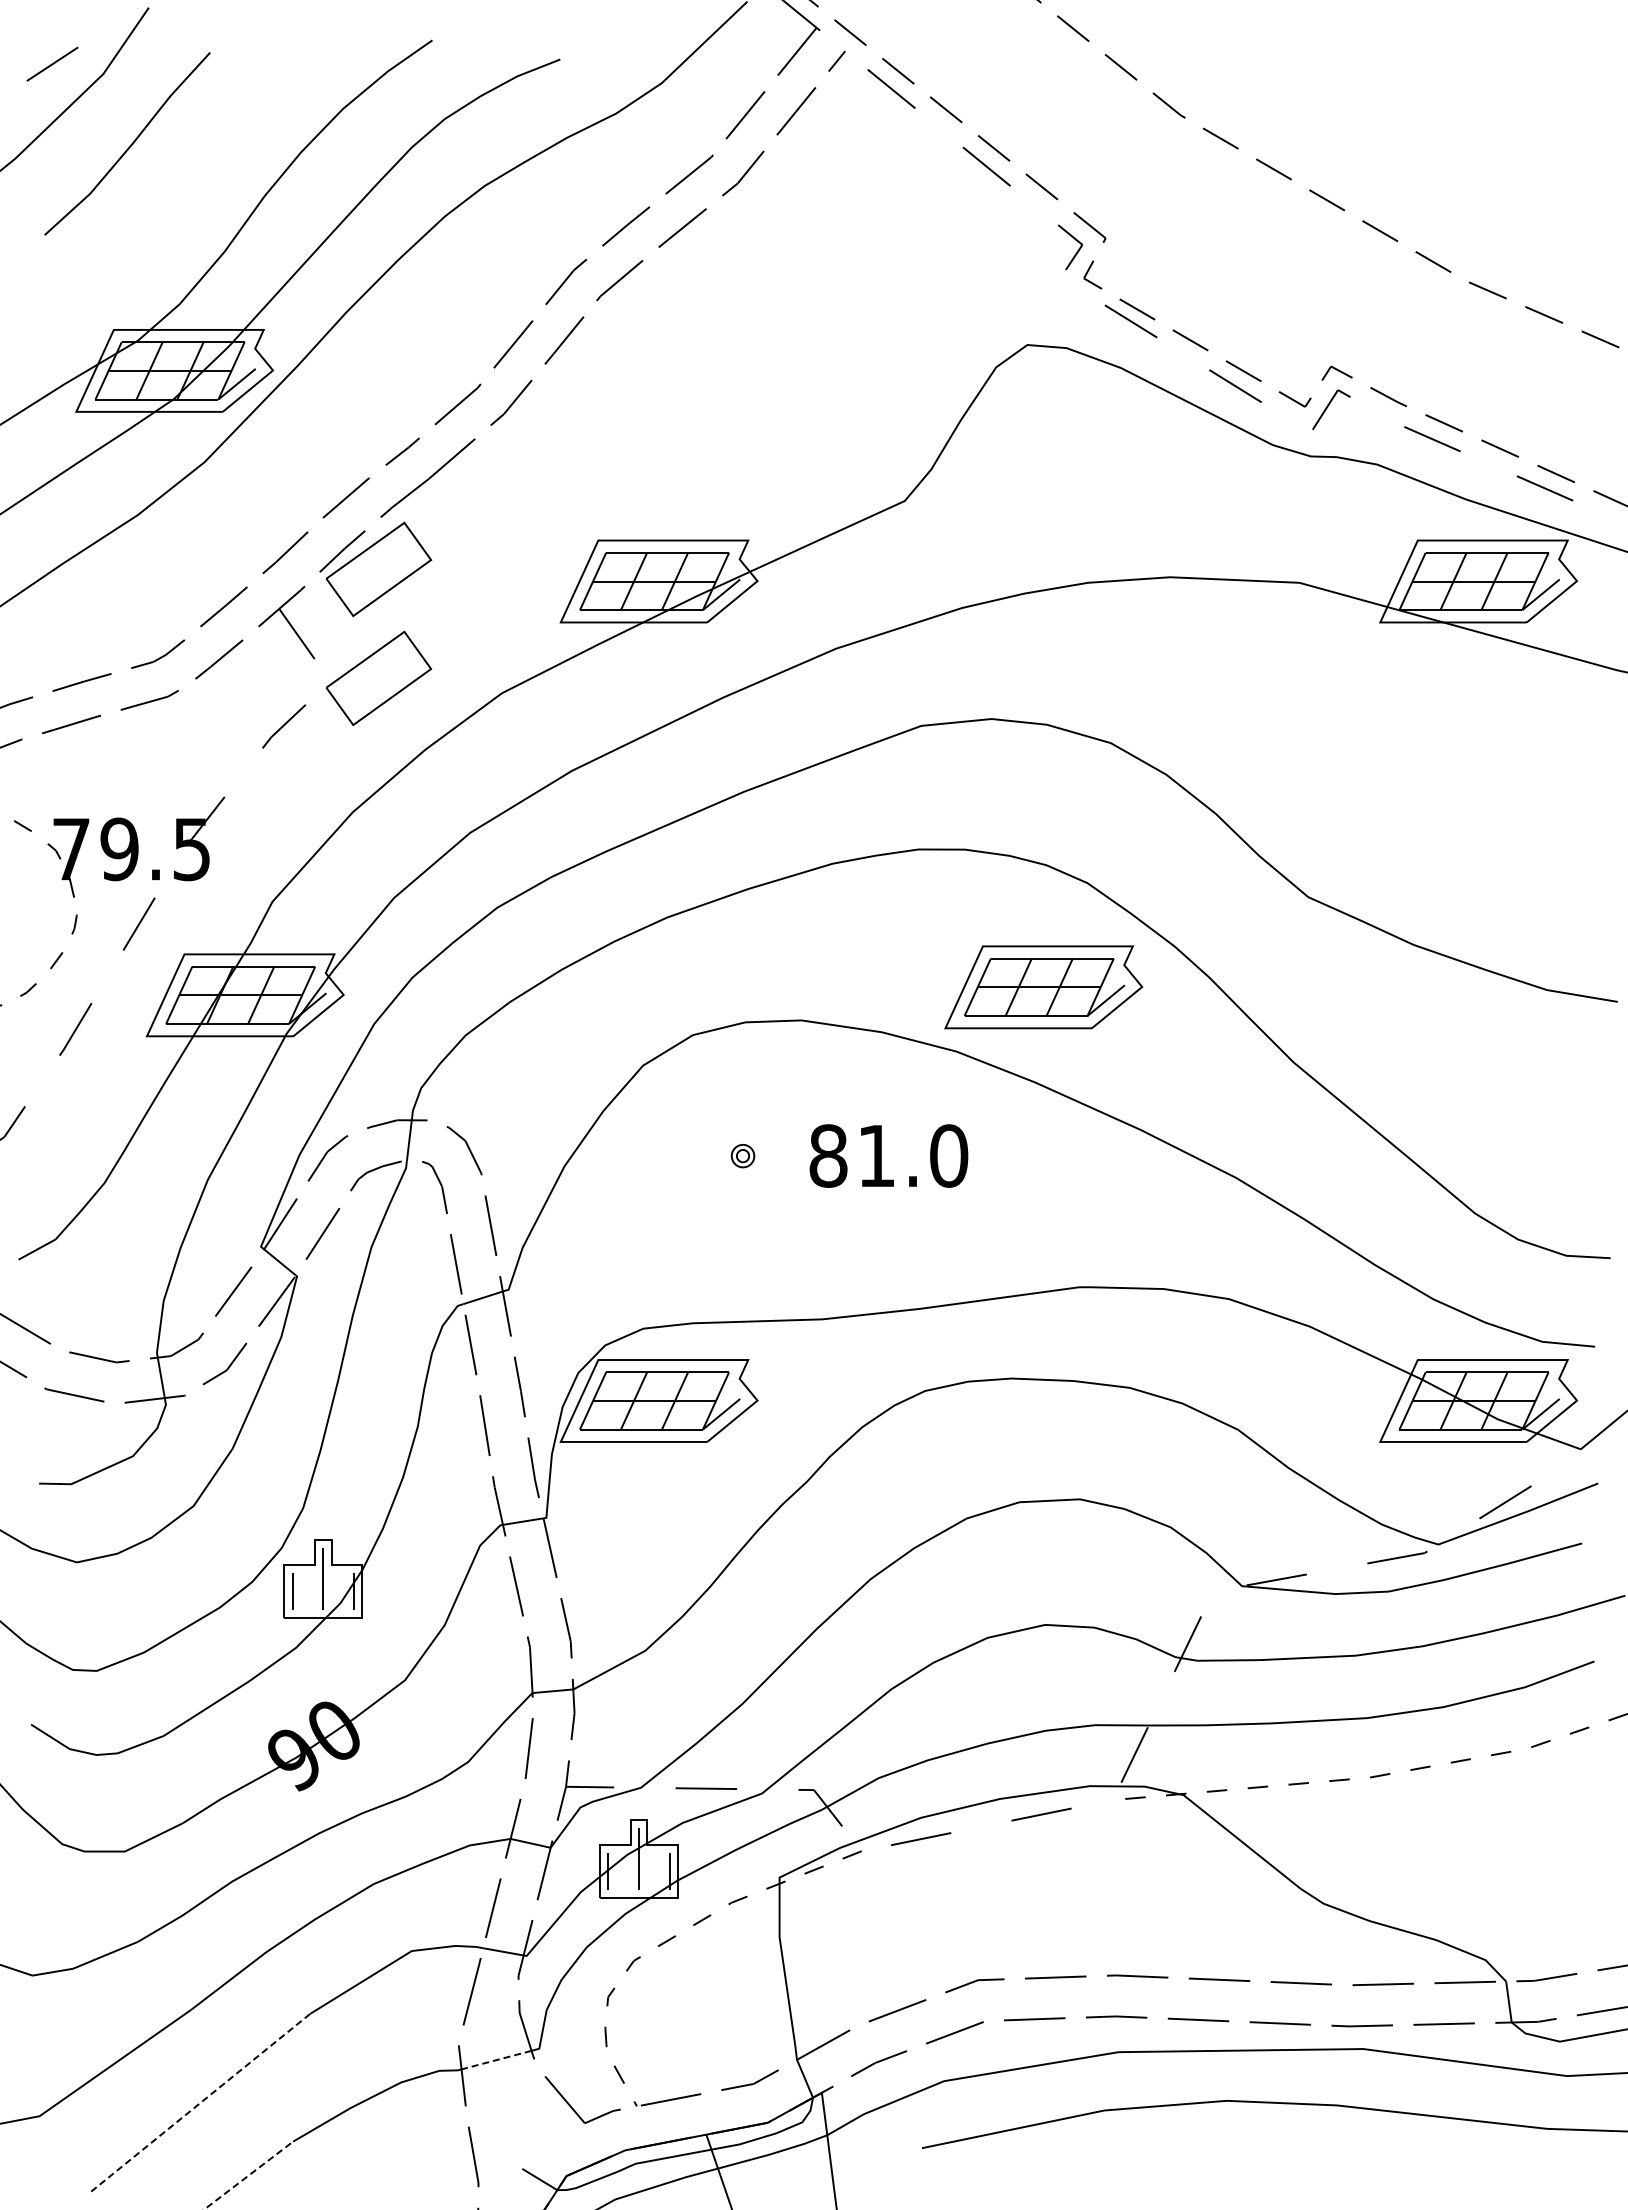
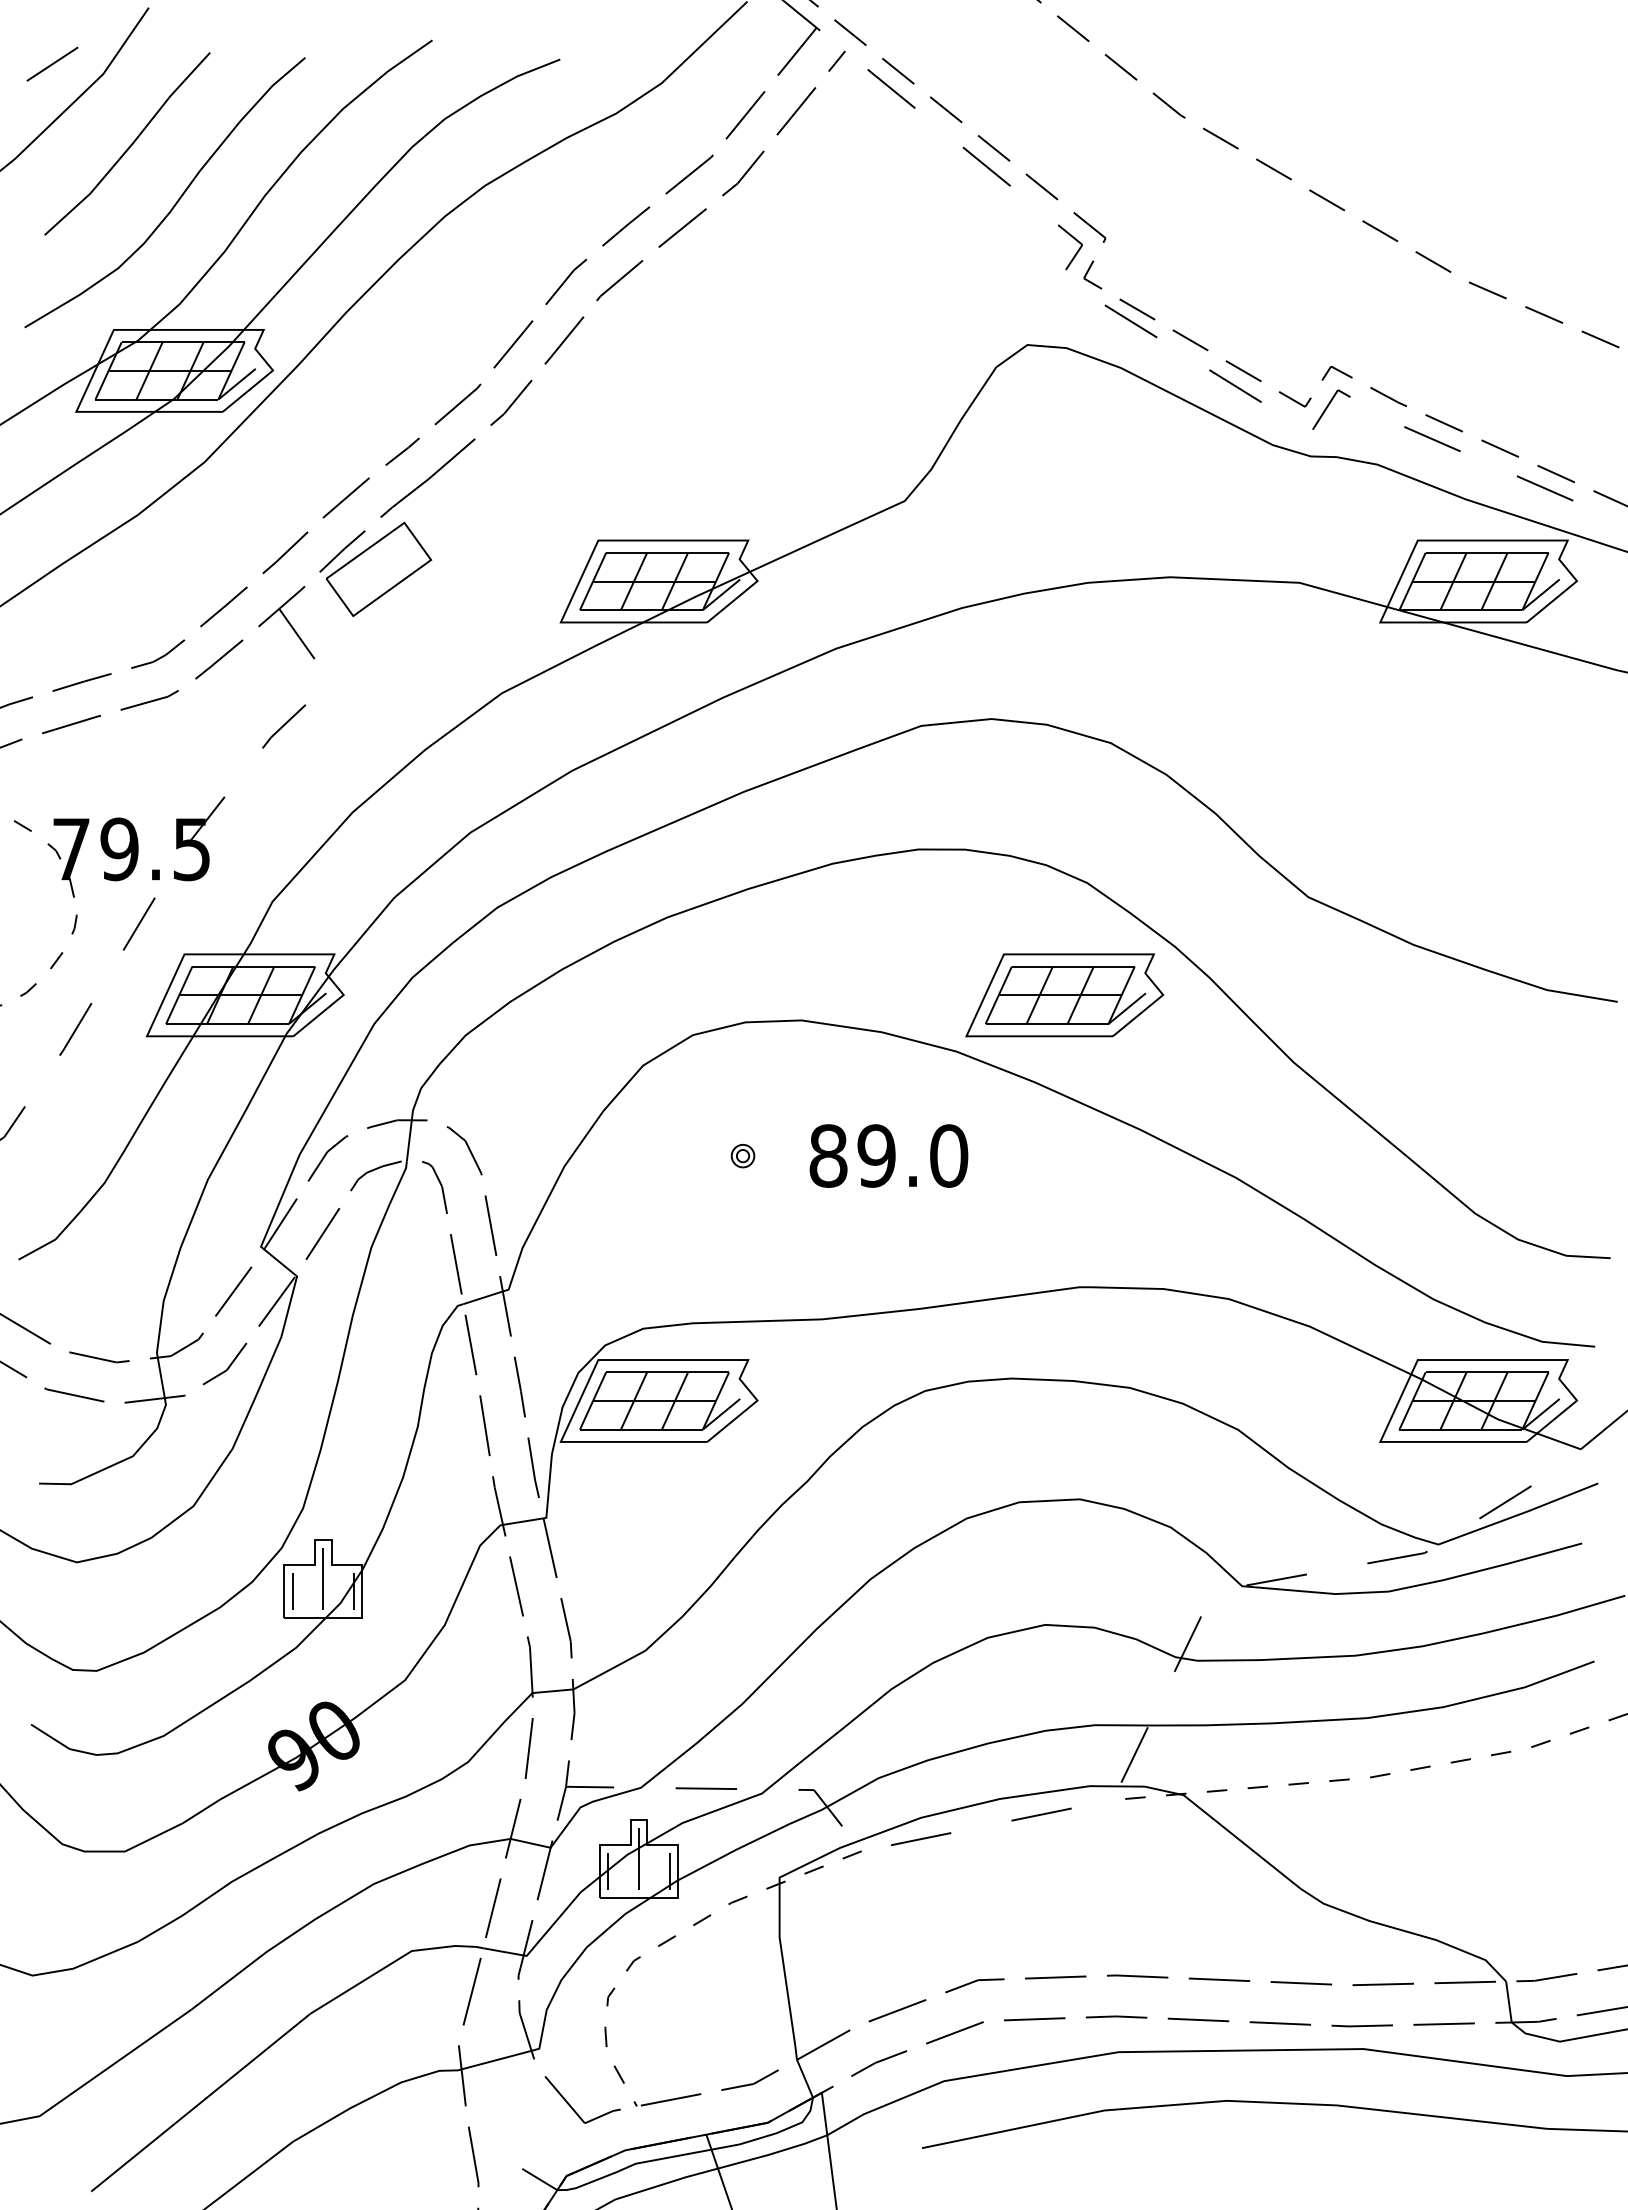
curve at (175, 202): none -> present
part at (378, 678): present -> none
part at (1043, 987) position: (1043, 987) -> (1064, 995)
text at (876, 1155): 81.0 -> 89.0
line at (496, 2060): dashed -> solid
line at (201, 2102): dashed -> solid
line at (248, 2175): dashed -> solid
